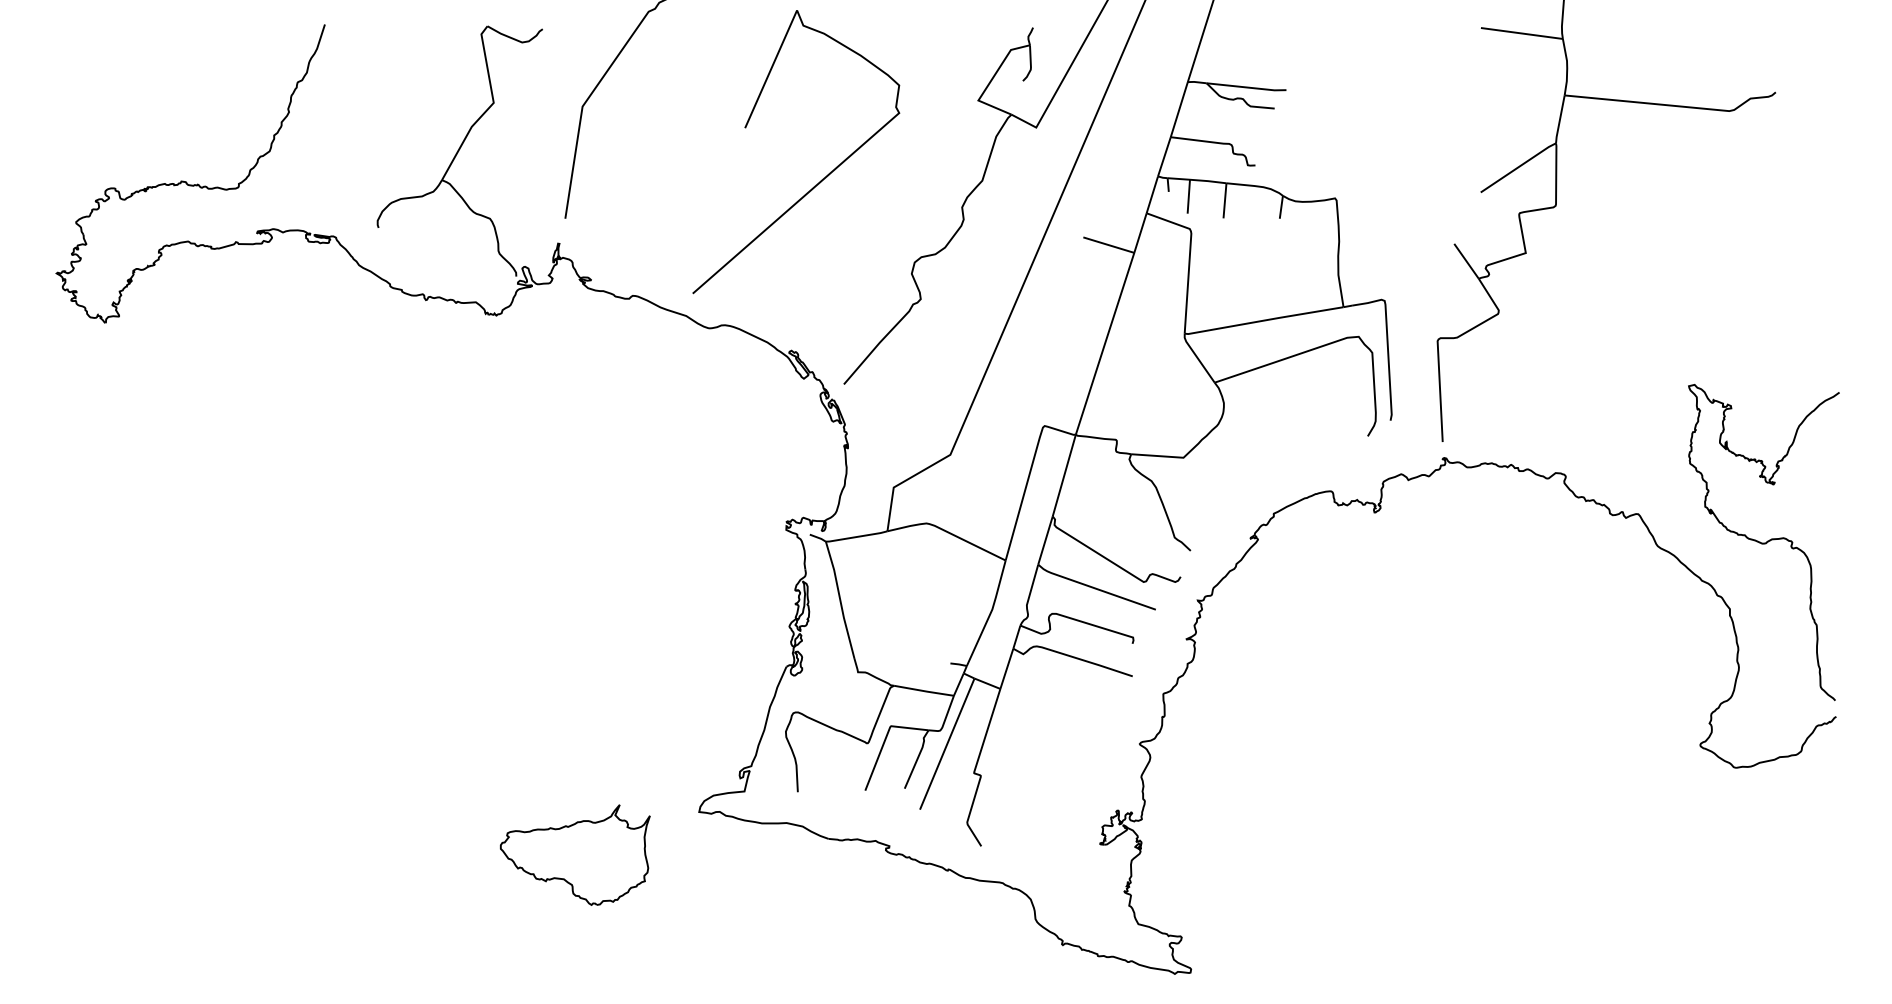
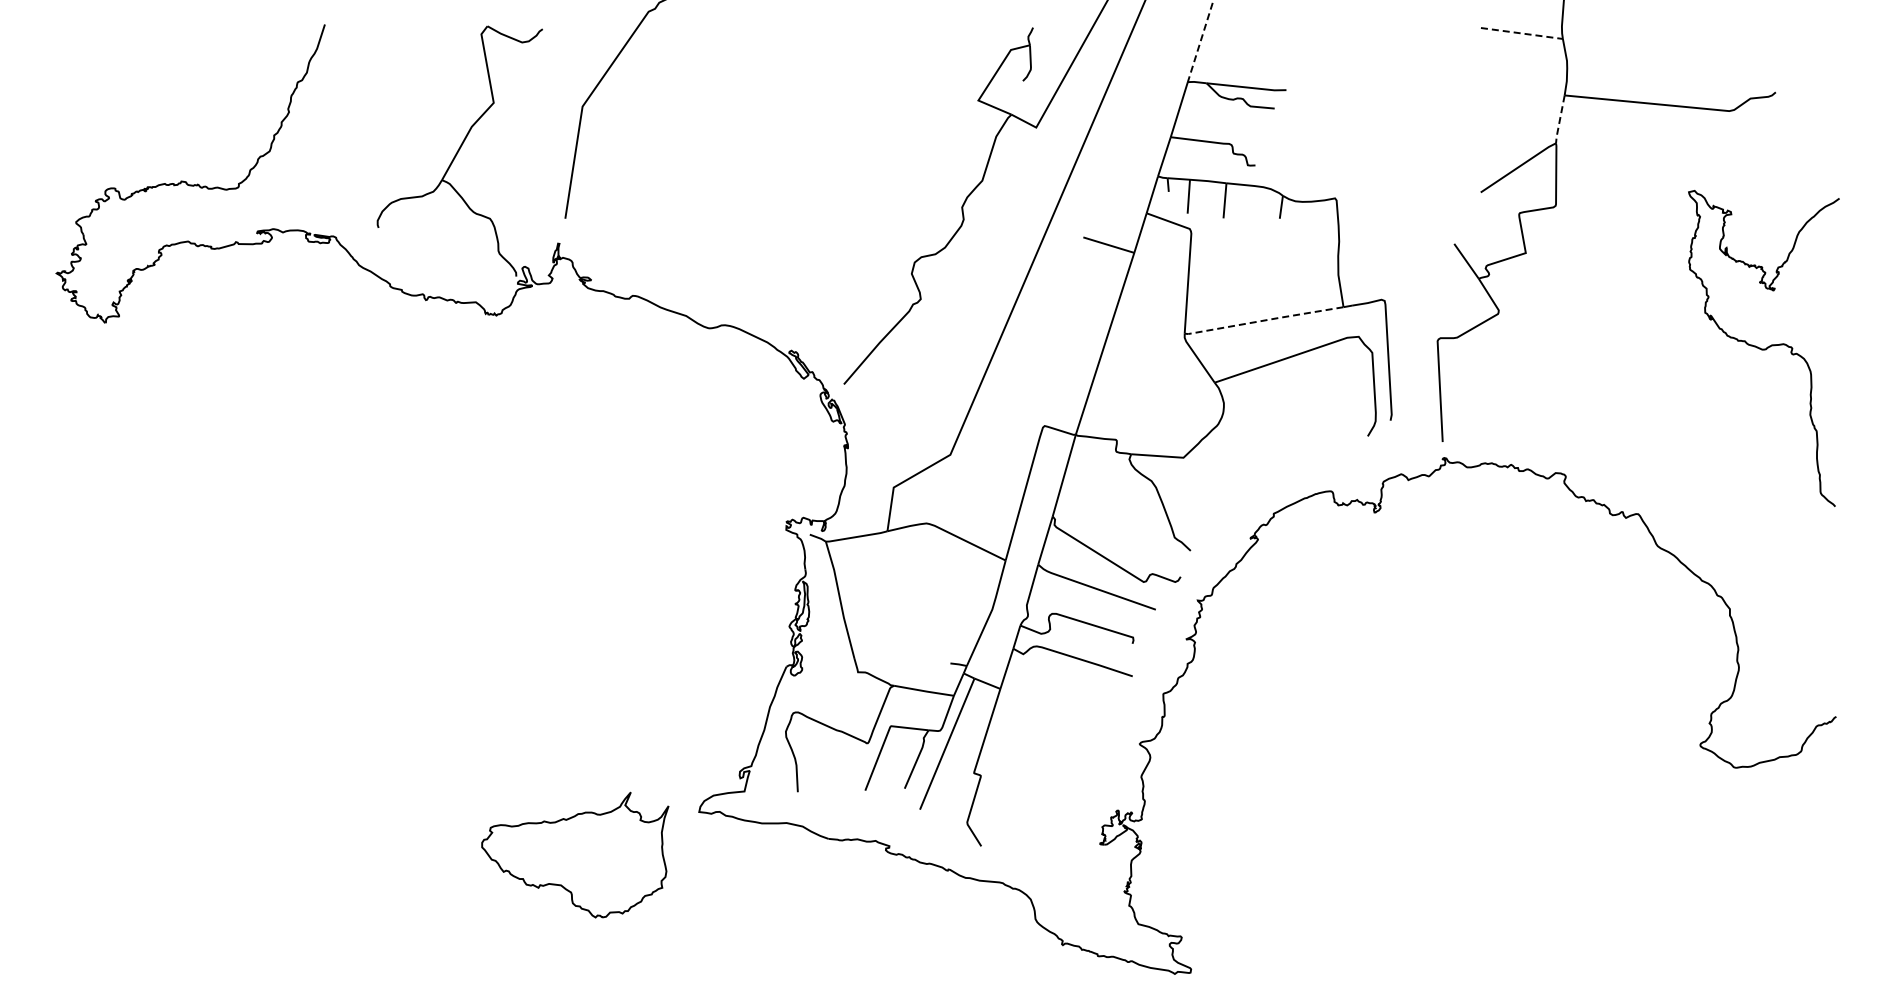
line at (1522, 33): solid -> dashed
line at (1200, 41): solid -> dashed
line at (1559, 120): solid -> dashed
part at (822, 178): present -> none
line at (1264, 320): solid -> dashed
curve at (1763, 542) position: (1763, 542) -> (1763, 348)
part at (575, 854) size: 151x102 px -> 189x128 px
